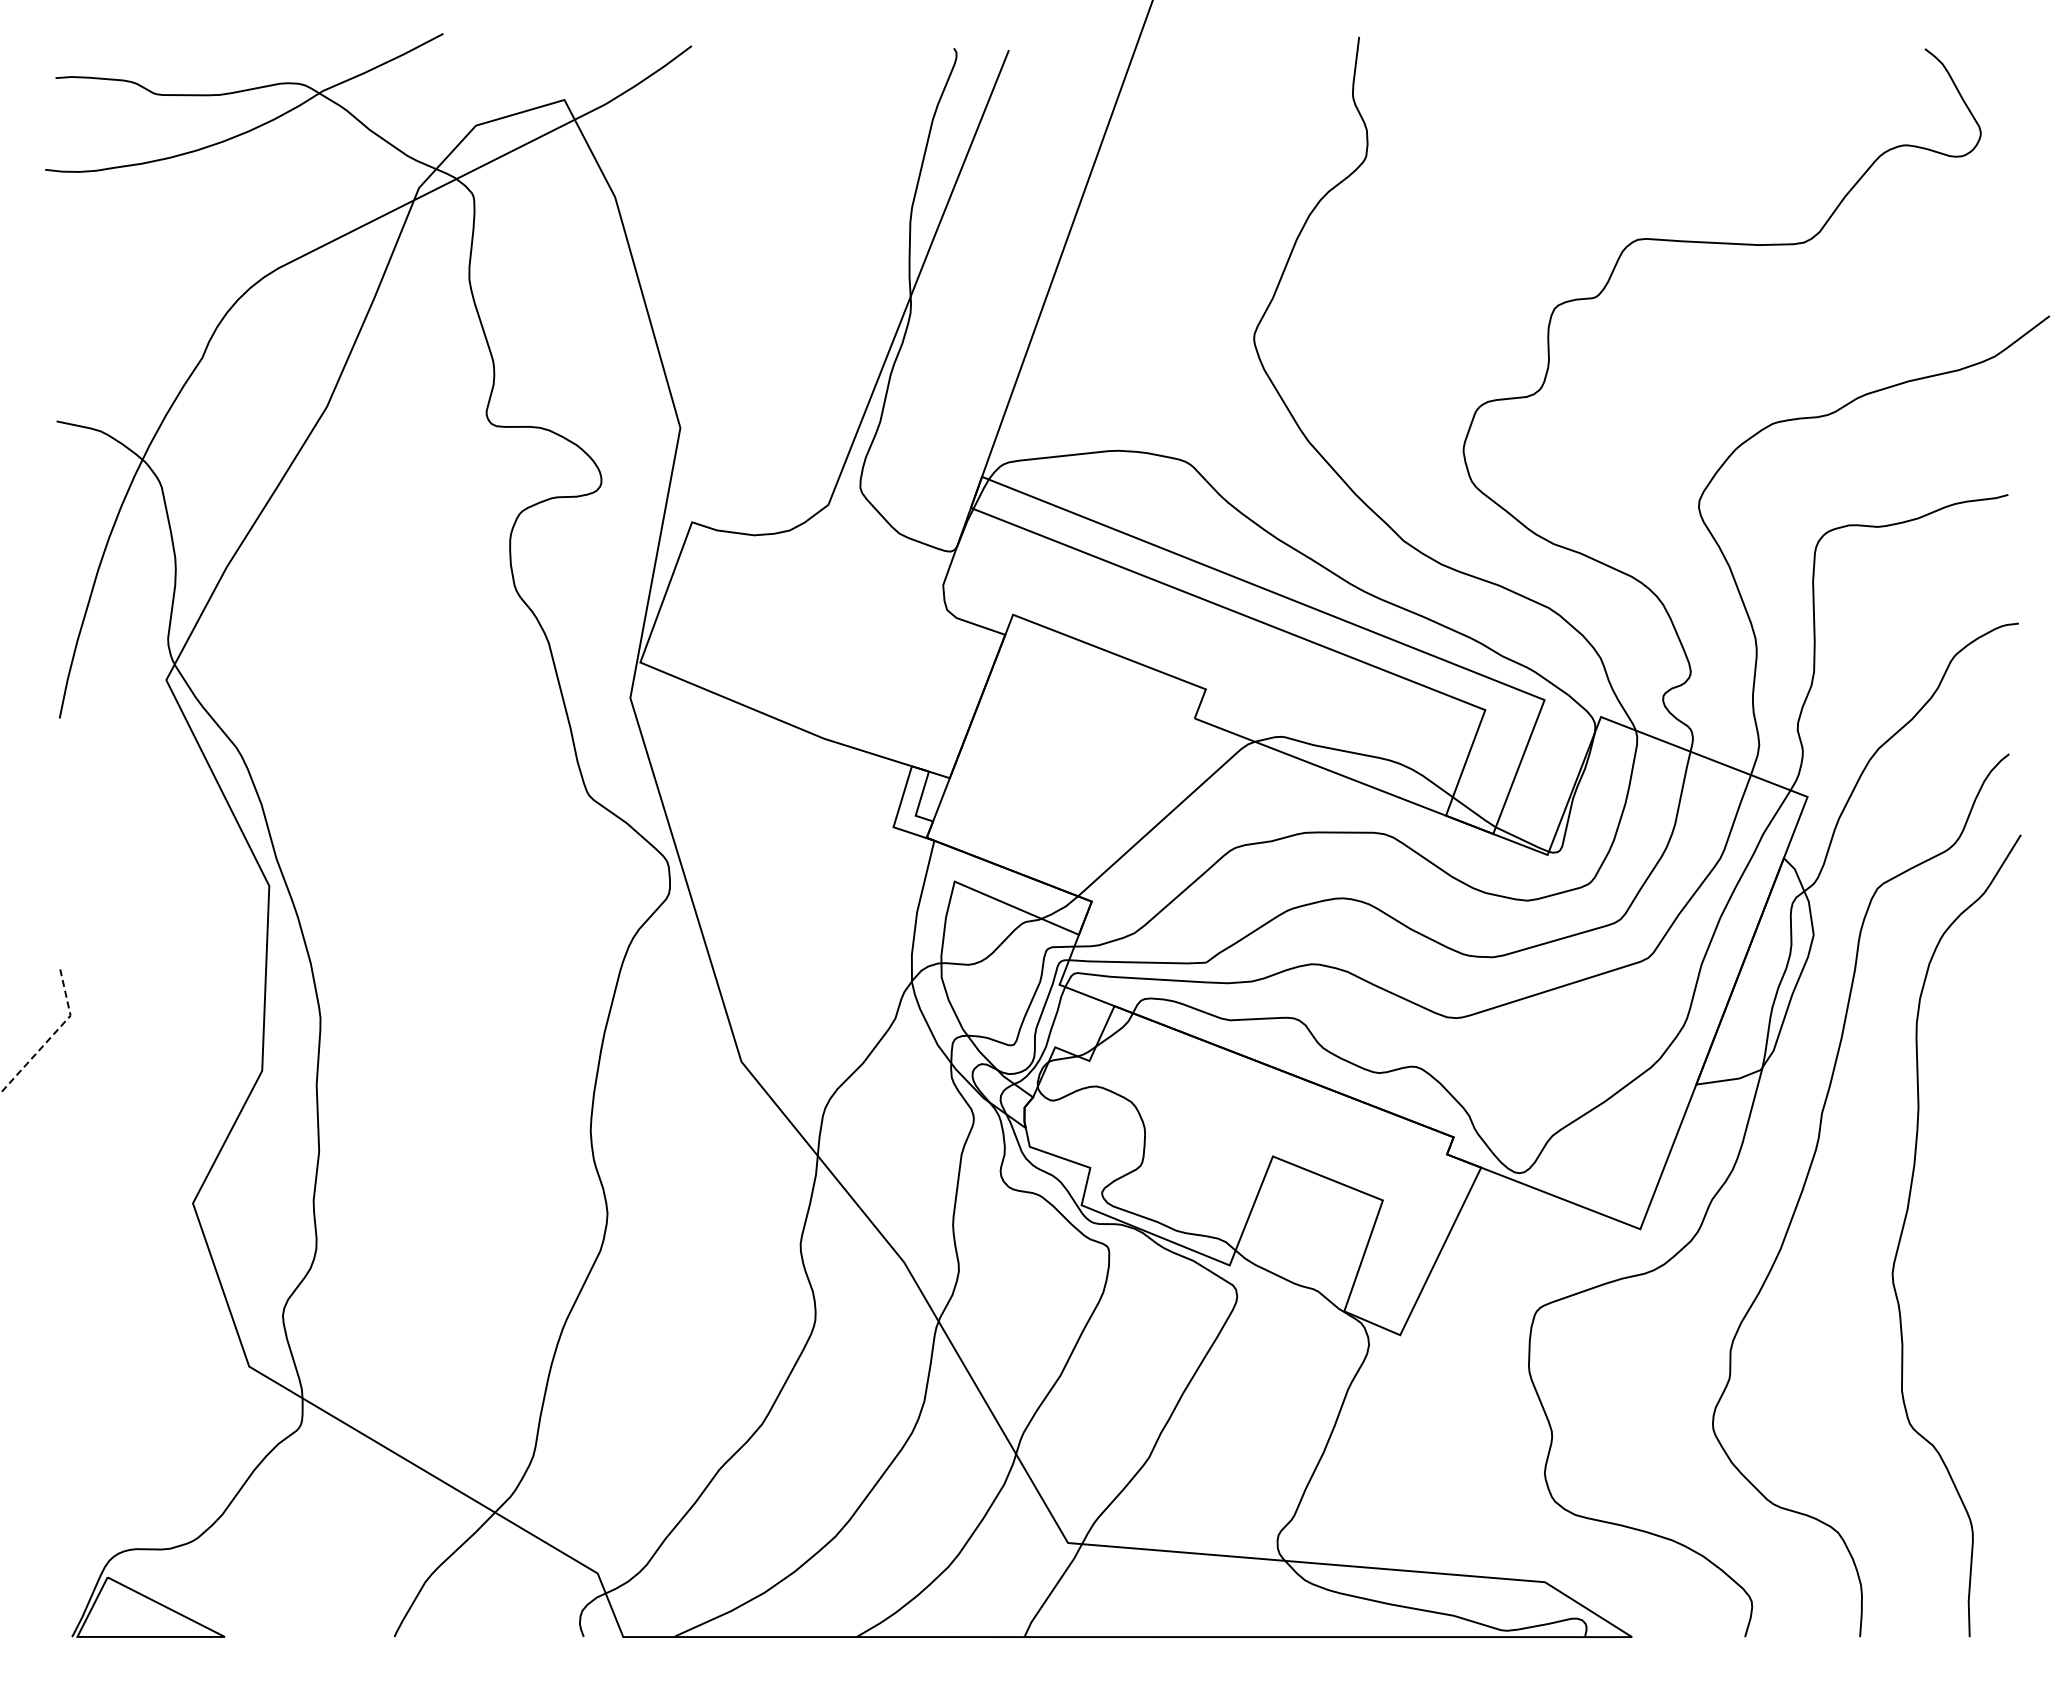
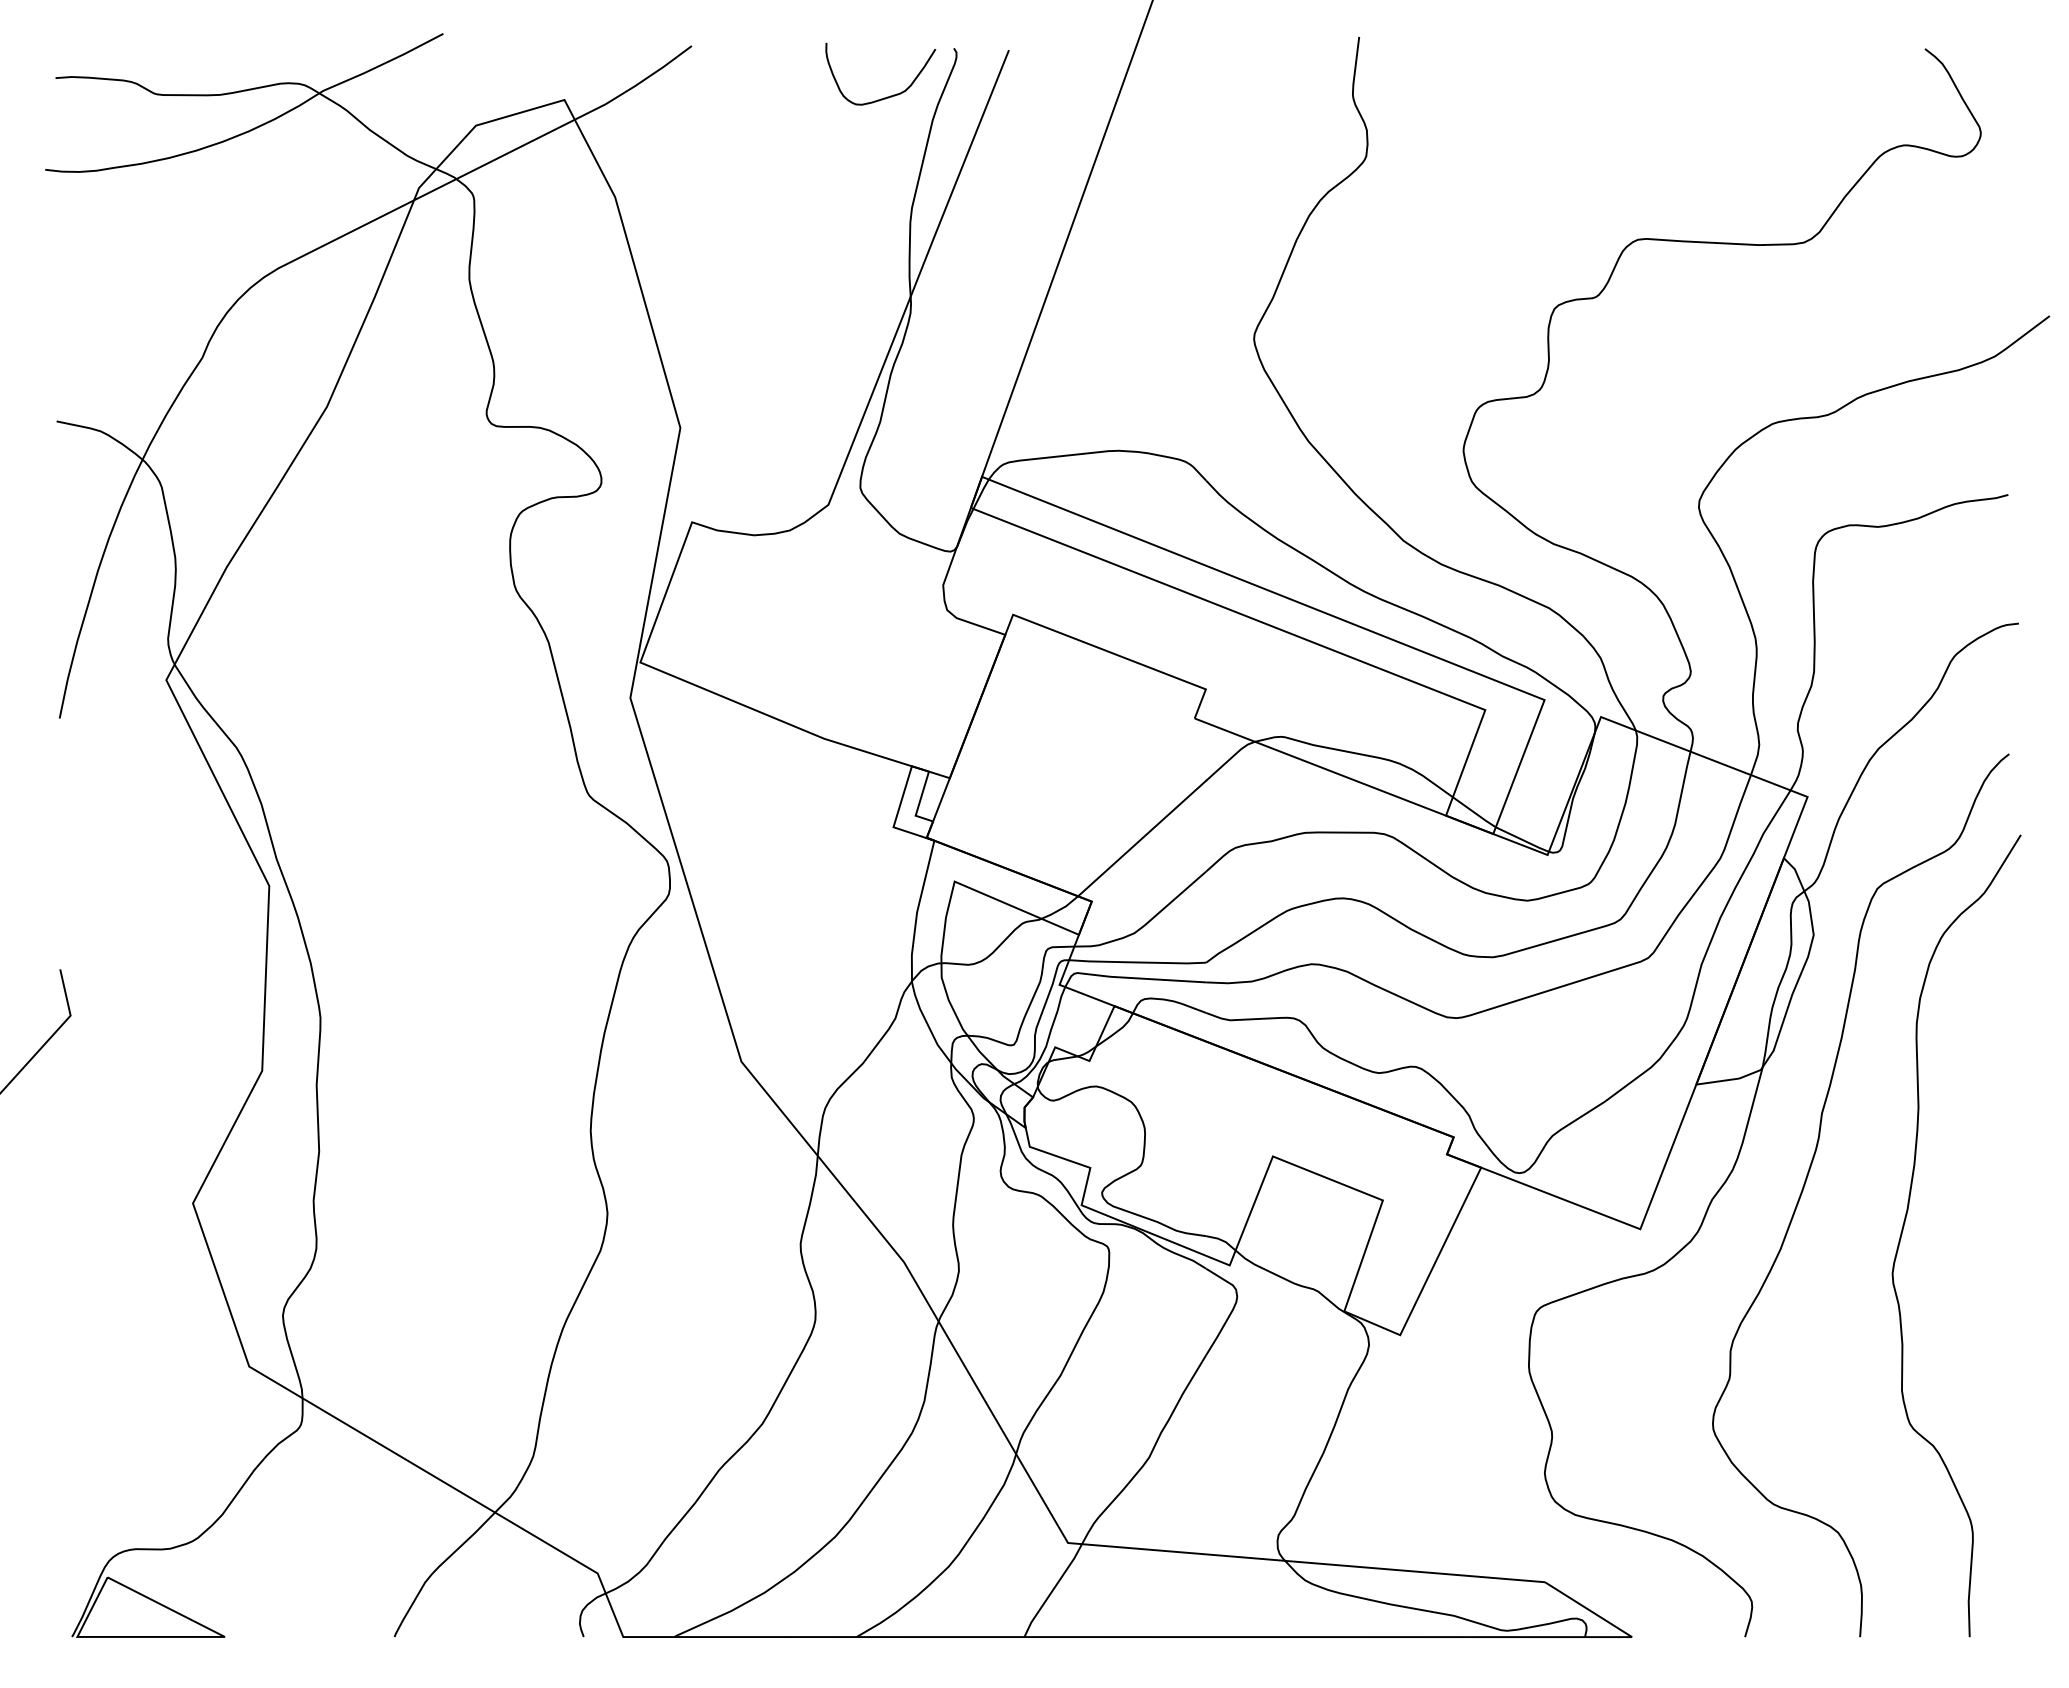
curve at (887, 96): none -> present
line at (51, 1036): dashed -> solid
